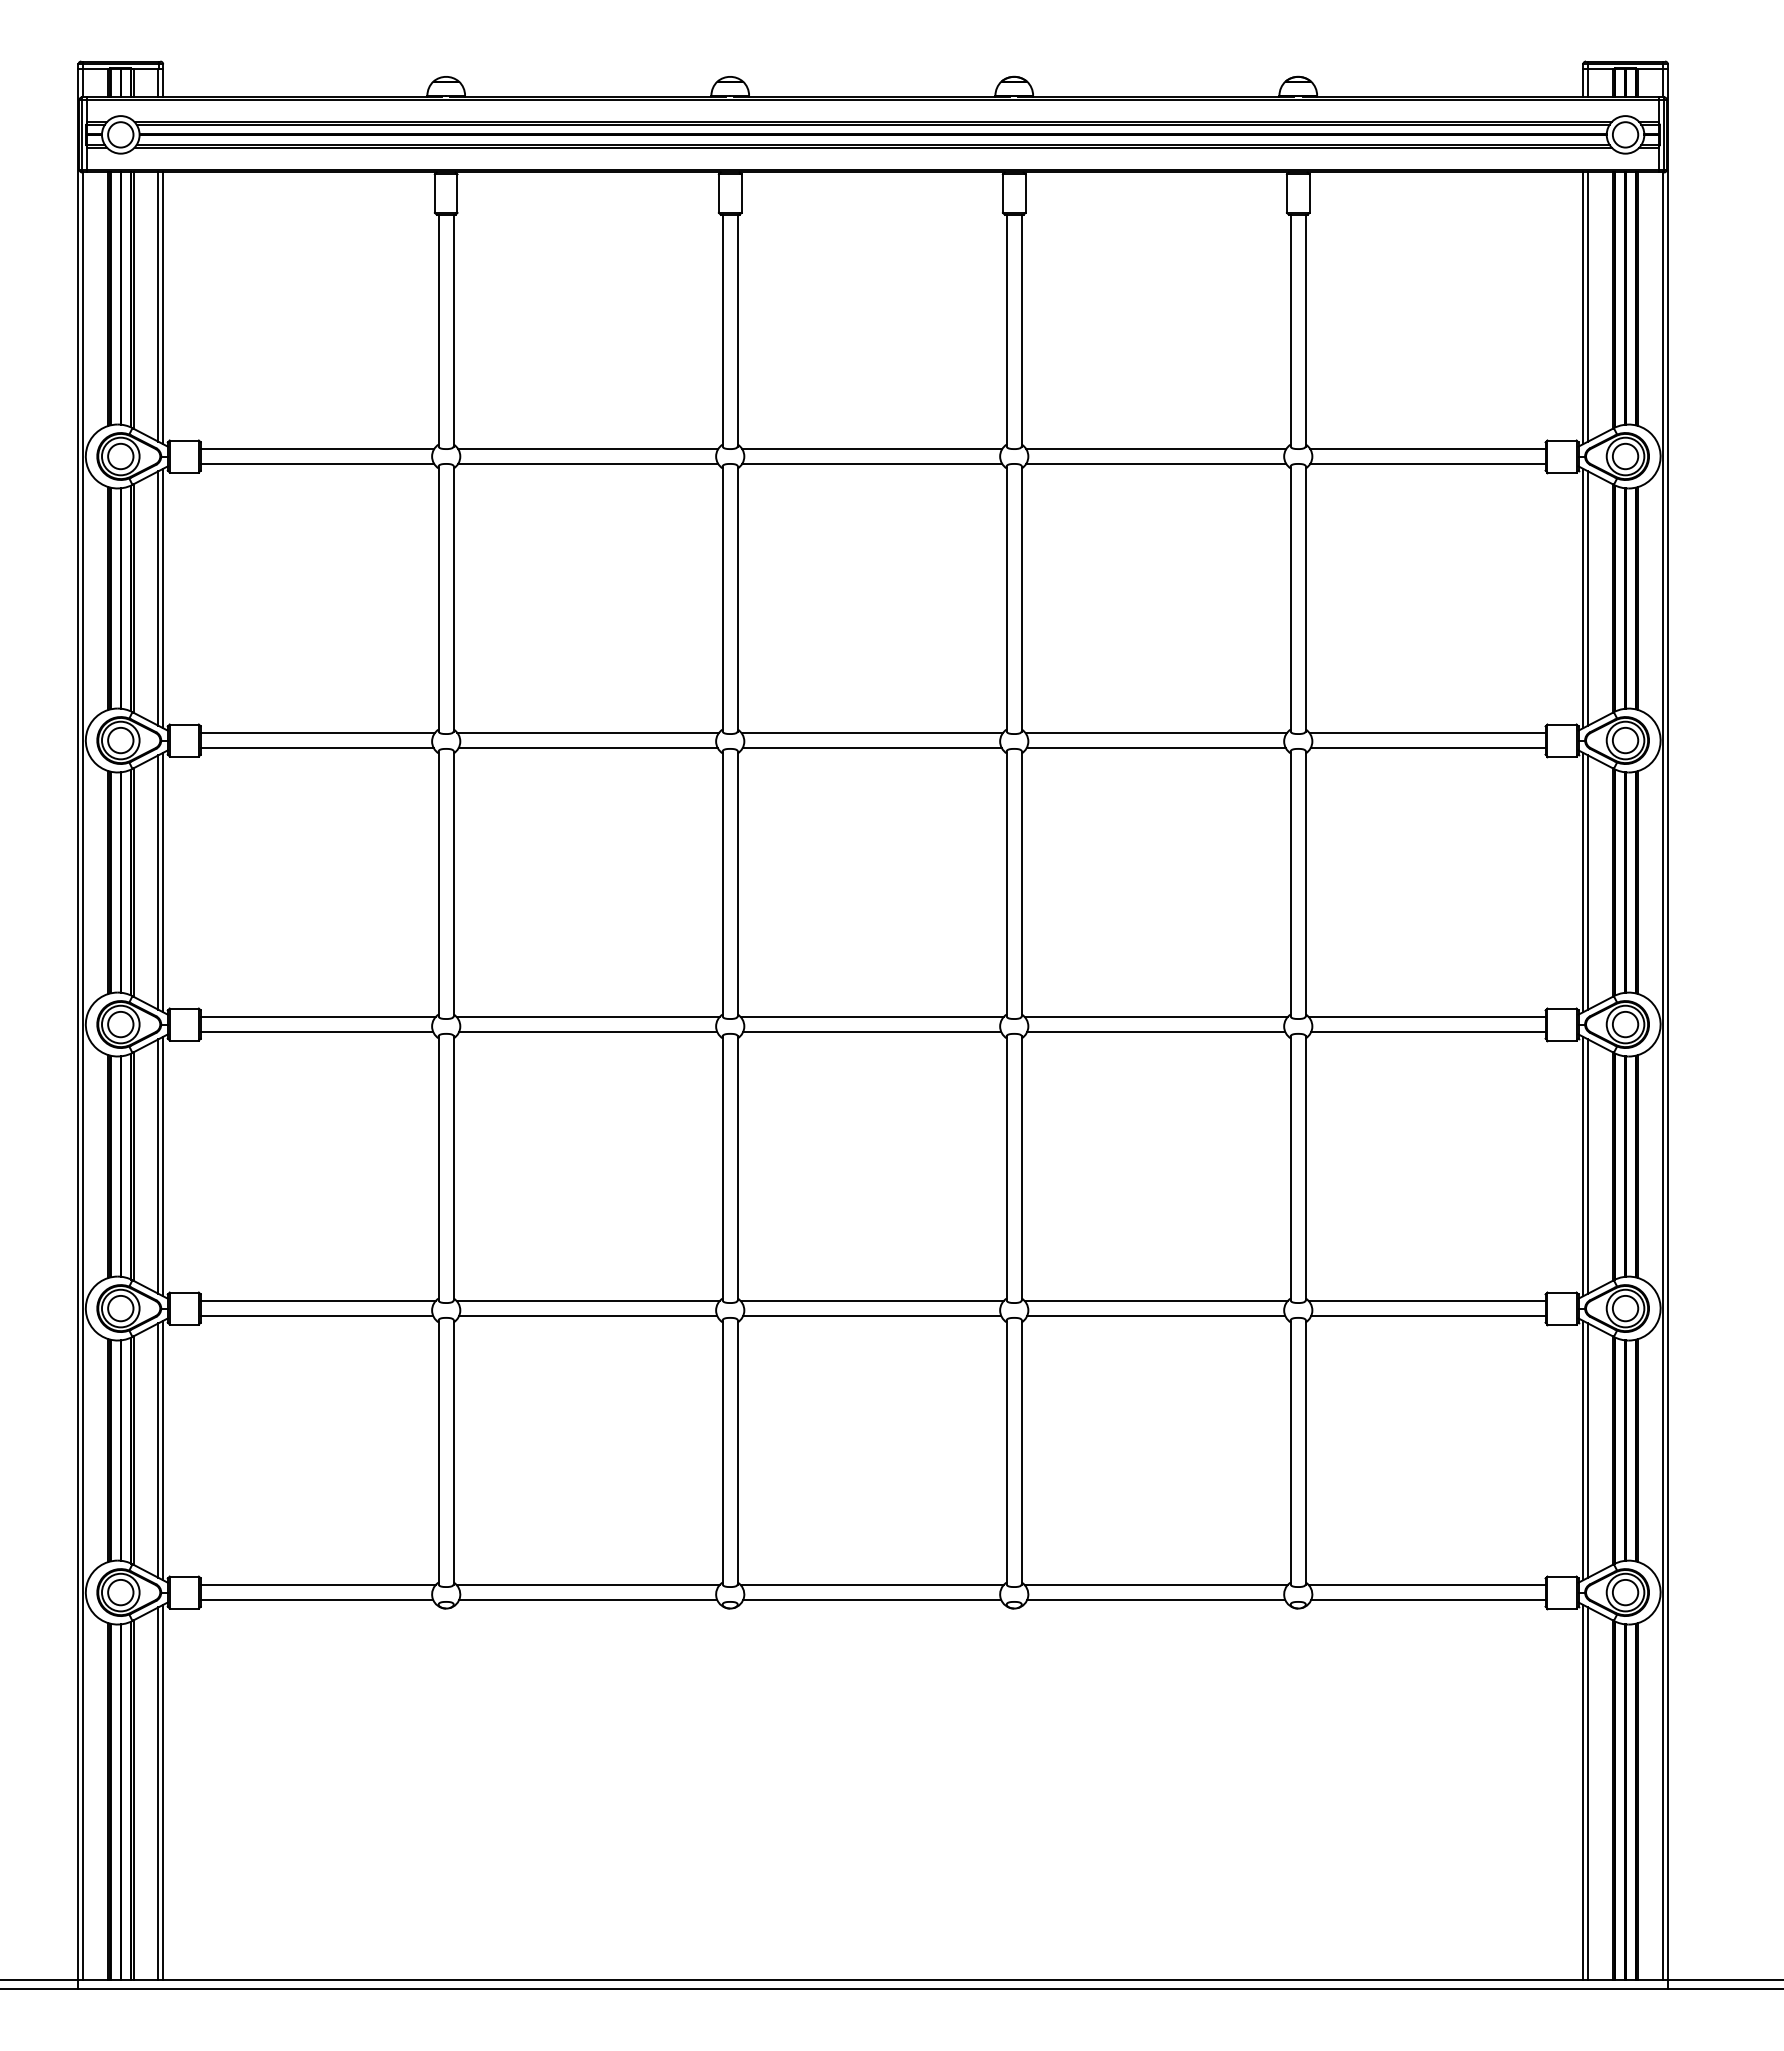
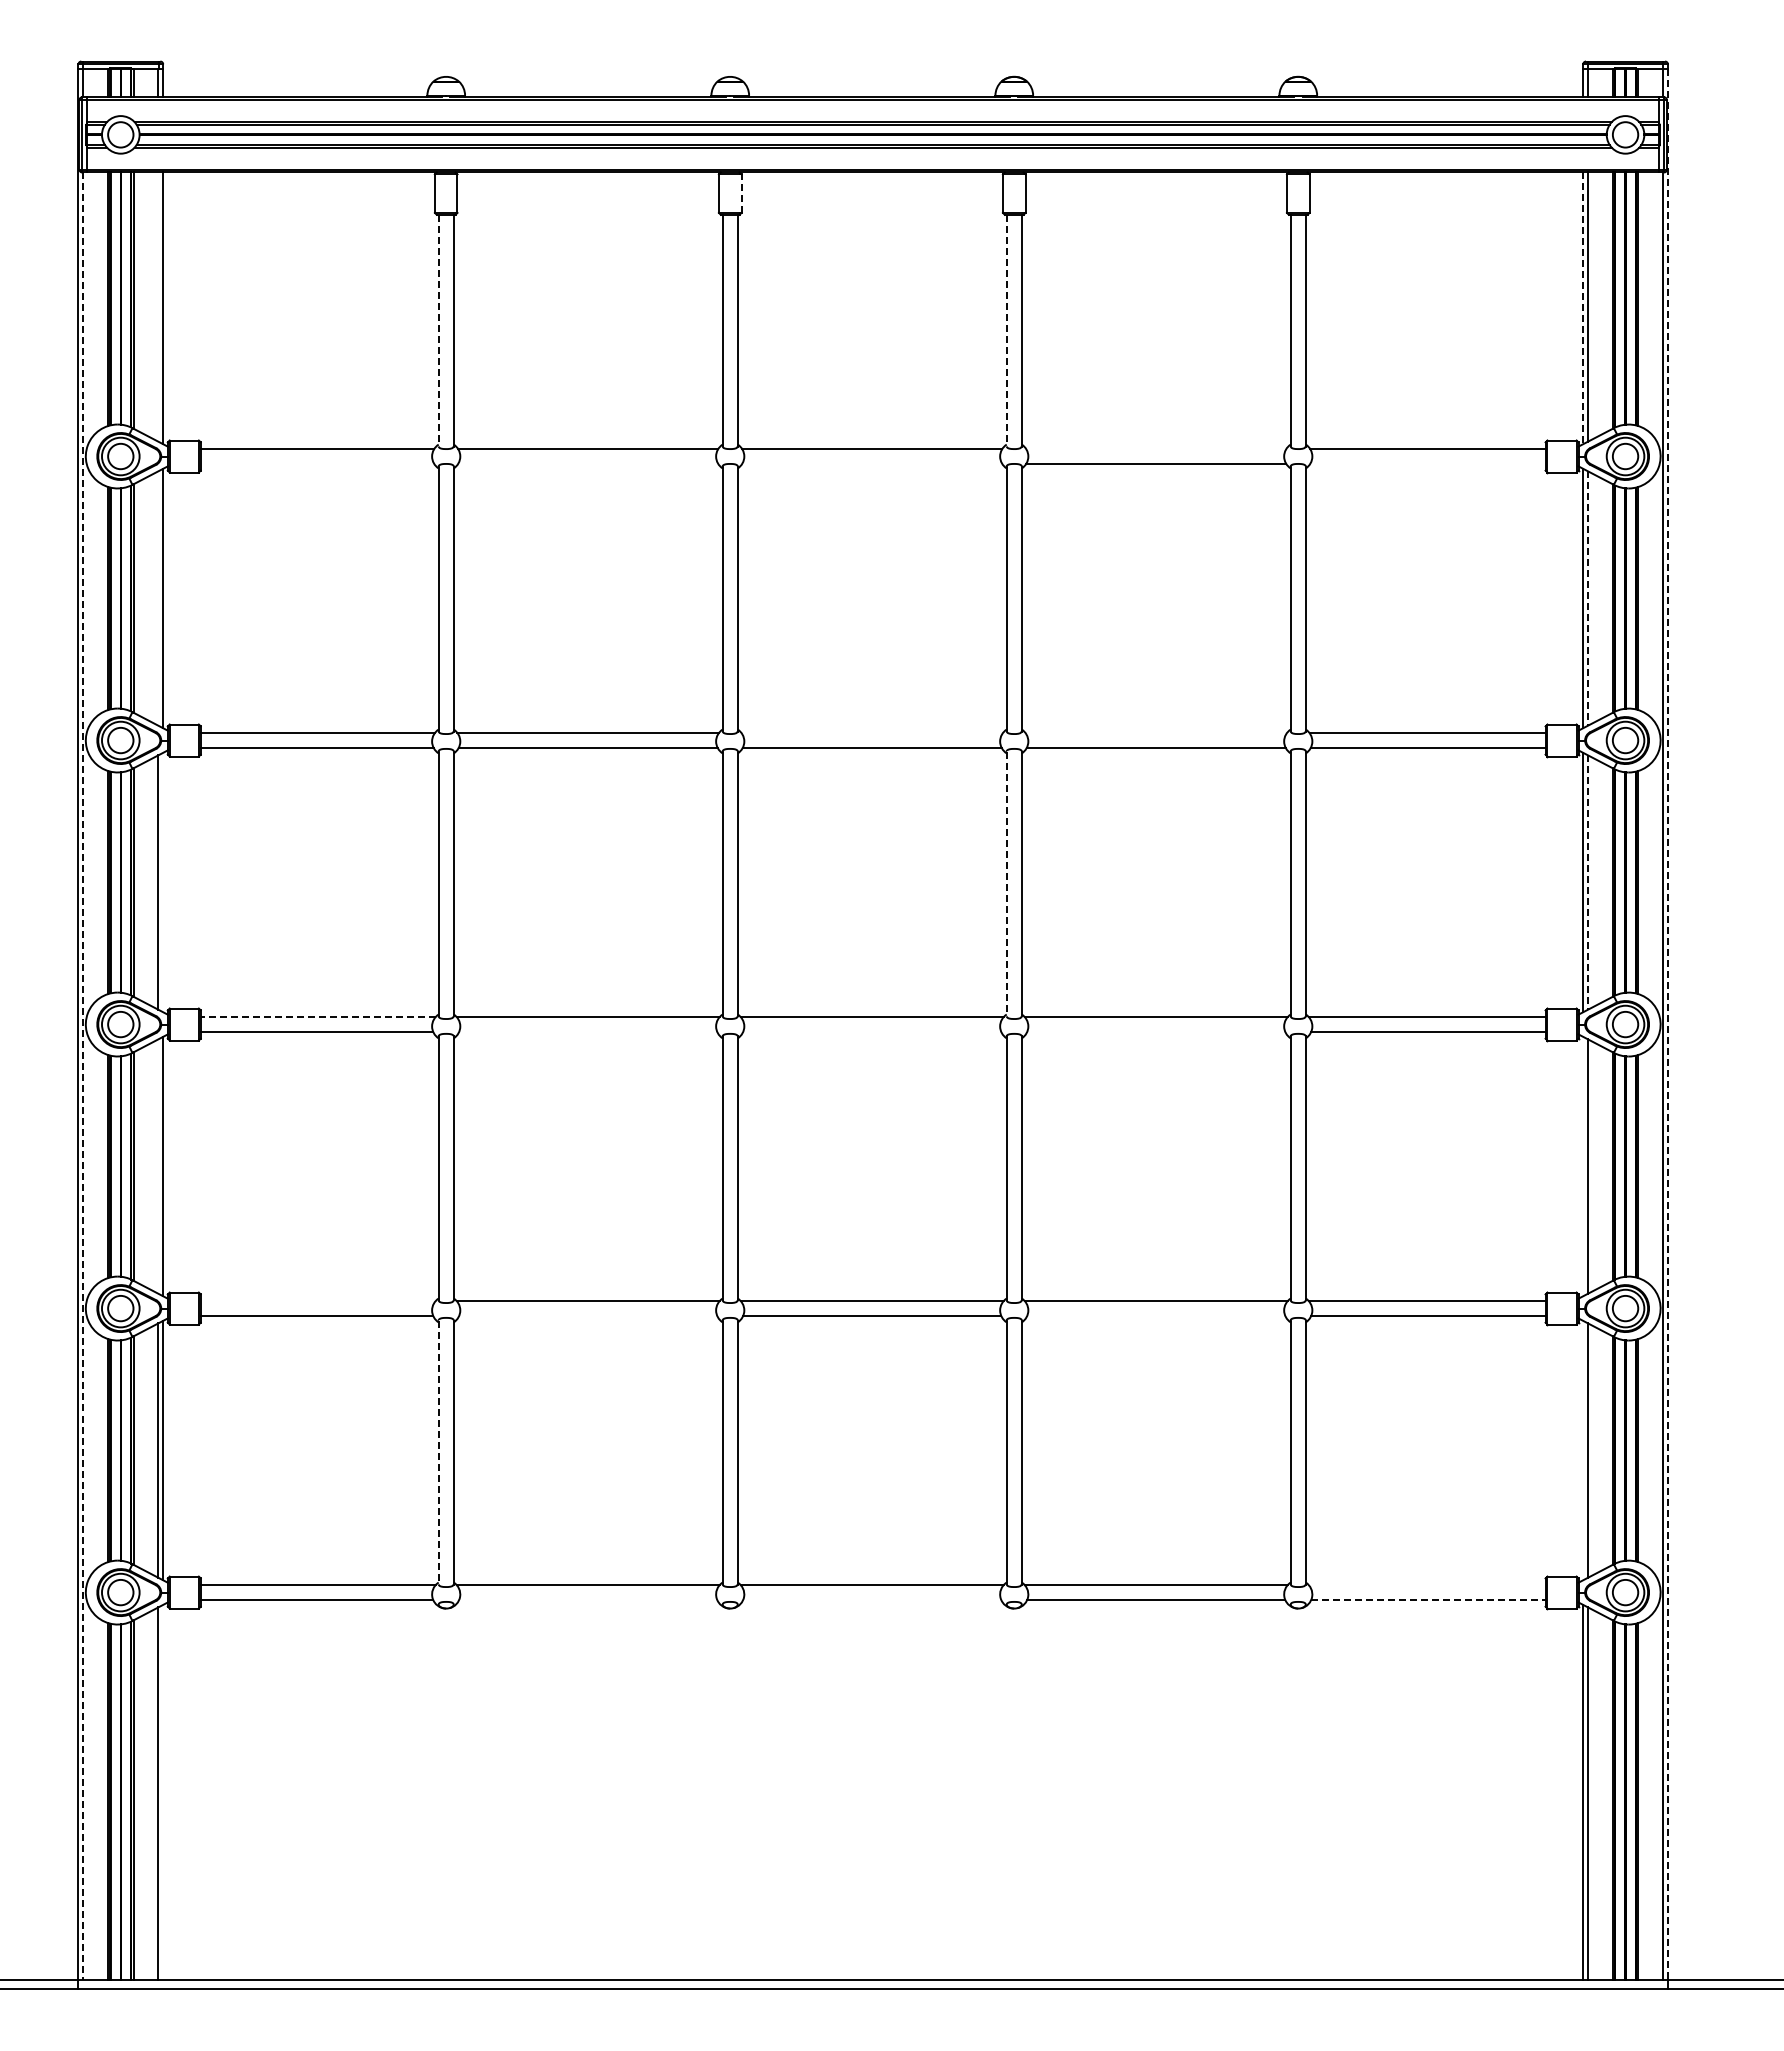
line at (741, 193): solid -> dashed
line at (158, 306): present -> none
line at (1583, 308): solid -> dashed
line at (438, 330): solid -> dashed
line at (1006, 330): solid -> dashed
line at (1156, 448): present -> none
line at (317, 464): present -> none
line at (588, 464): present -> none
line at (872, 464): present -> none
line at (1427, 464): present -> none
line at (158, 598): present -> none
line at (1587, 599): solid -> dashed
line at (871, 733): present -> none
line at (1155, 733): present -> none
line at (163, 882): present -> none
line at (1587, 883): solid -> dashed
line at (1006, 884): solid -> dashed
line at (317, 1017): solid -> dashed
line at (1667, 1024): solid -> dashed
line at (588, 1032): present -> none
line at (872, 1032): present -> none
line at (1156, 1032): present -> none
line at (83, 1076): solid -> dashed
line at (158, 1166): present -> none
line at (1583, 1166): present -> none
line at (317, 1301): present -> none
line at (588, 1316): present -> none
line at (1156, 1316): present -> none
line at (1583, 1450): present -> none
line at (438, 1452): solid -> dashed
line at (1426, 1585): present -> none
line at (588, 1600): present -> none
line at (872, 1600): present -> none
line at (1428, 1600): solid -> dashed
line at (163, 1792): present -> none
